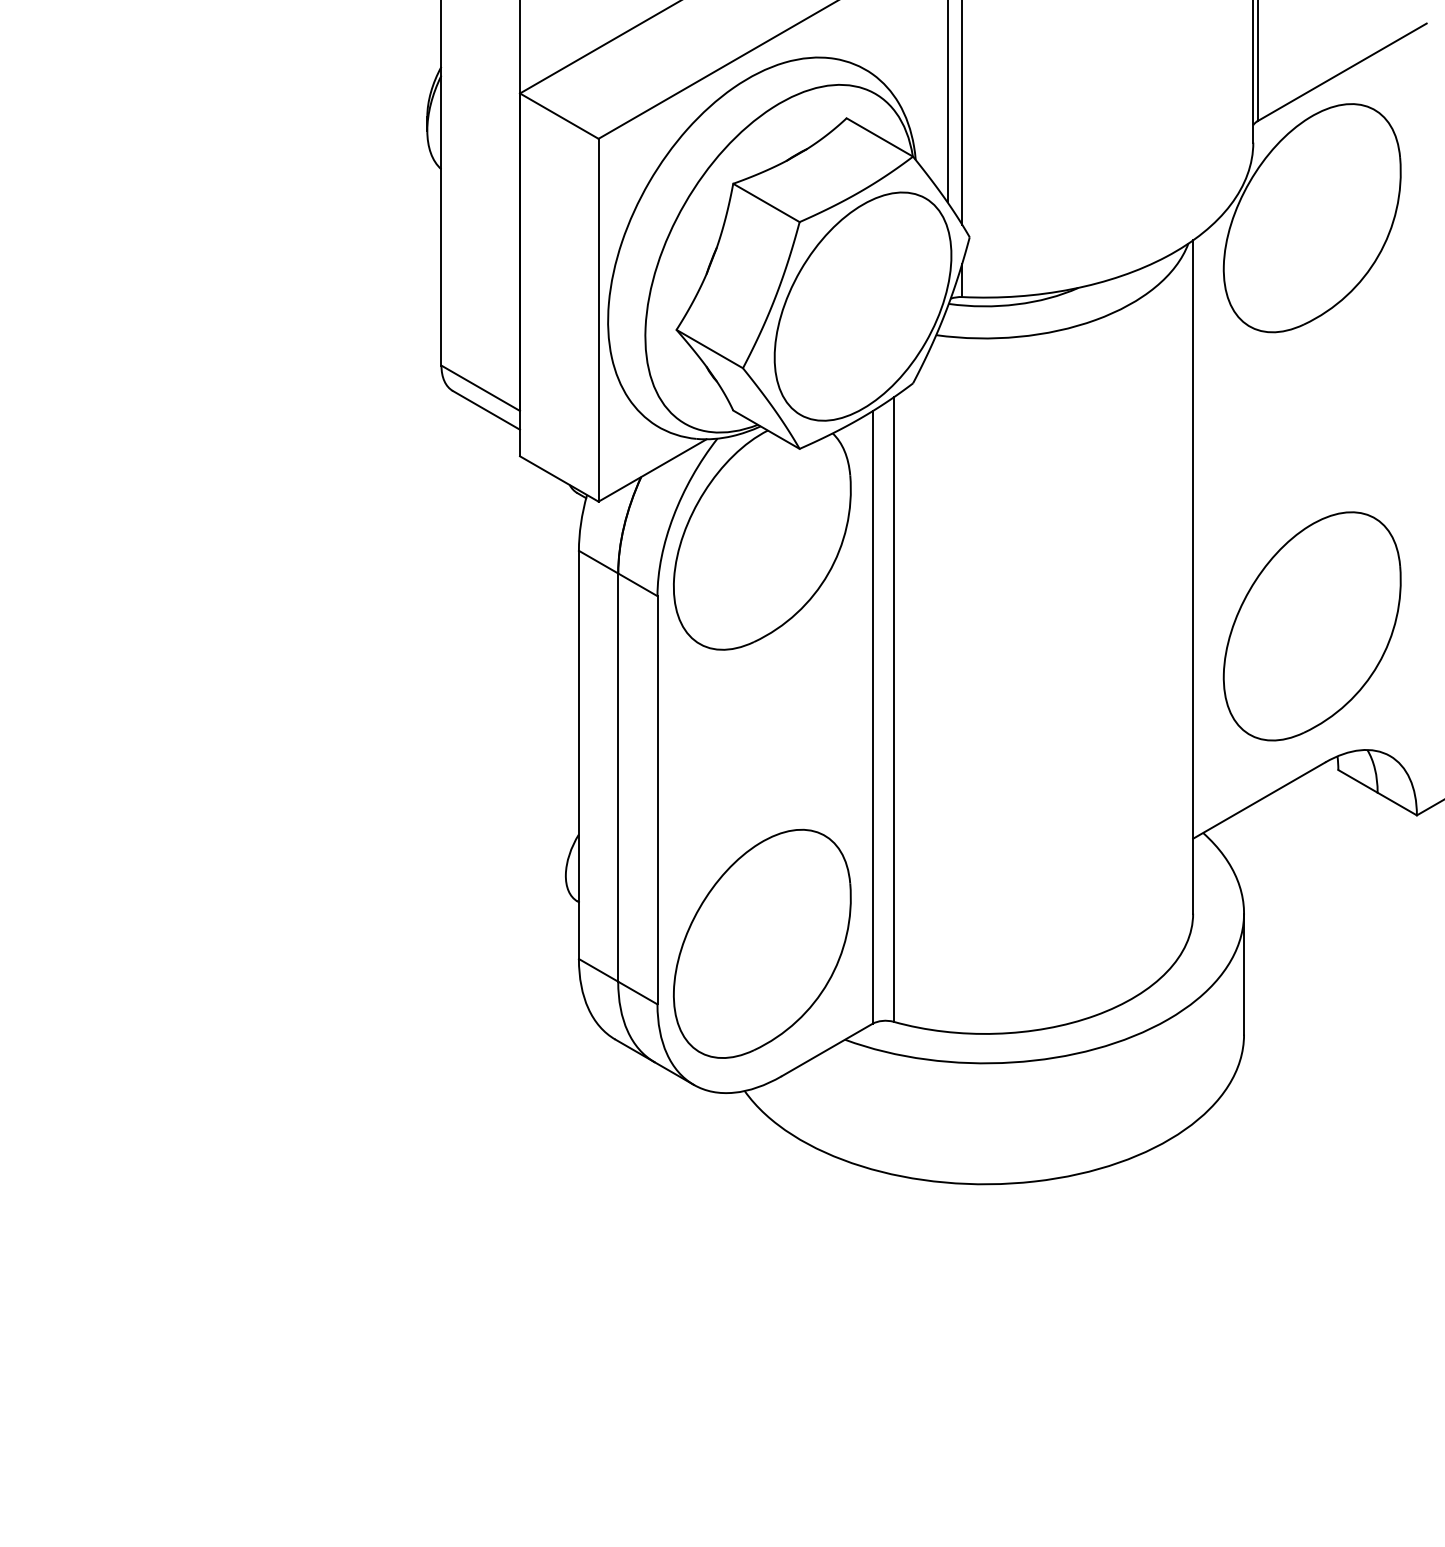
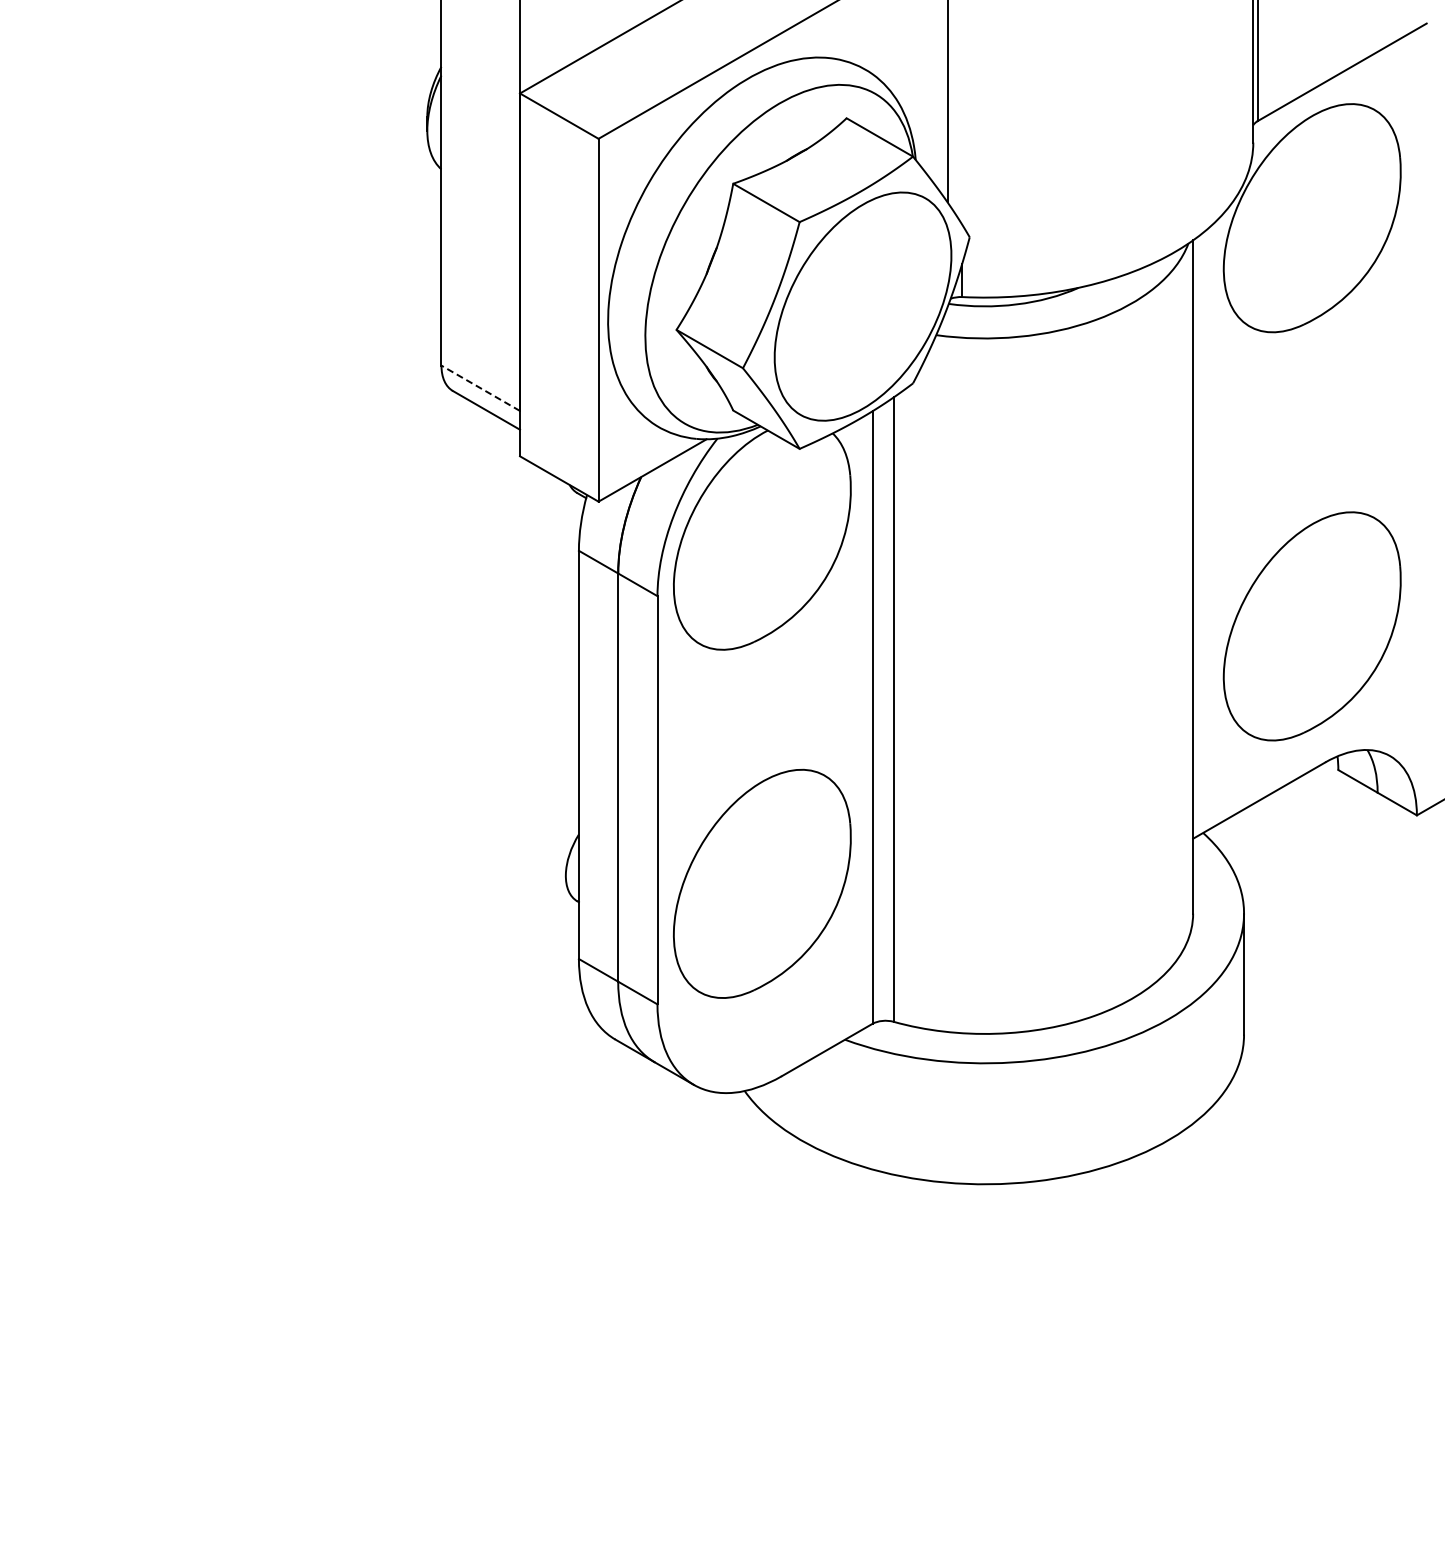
line at (962, 113): present -> none
line at (480, 388): solid -> dashed
part at (762, 943) position: (762, 943) -> (762, 883)
